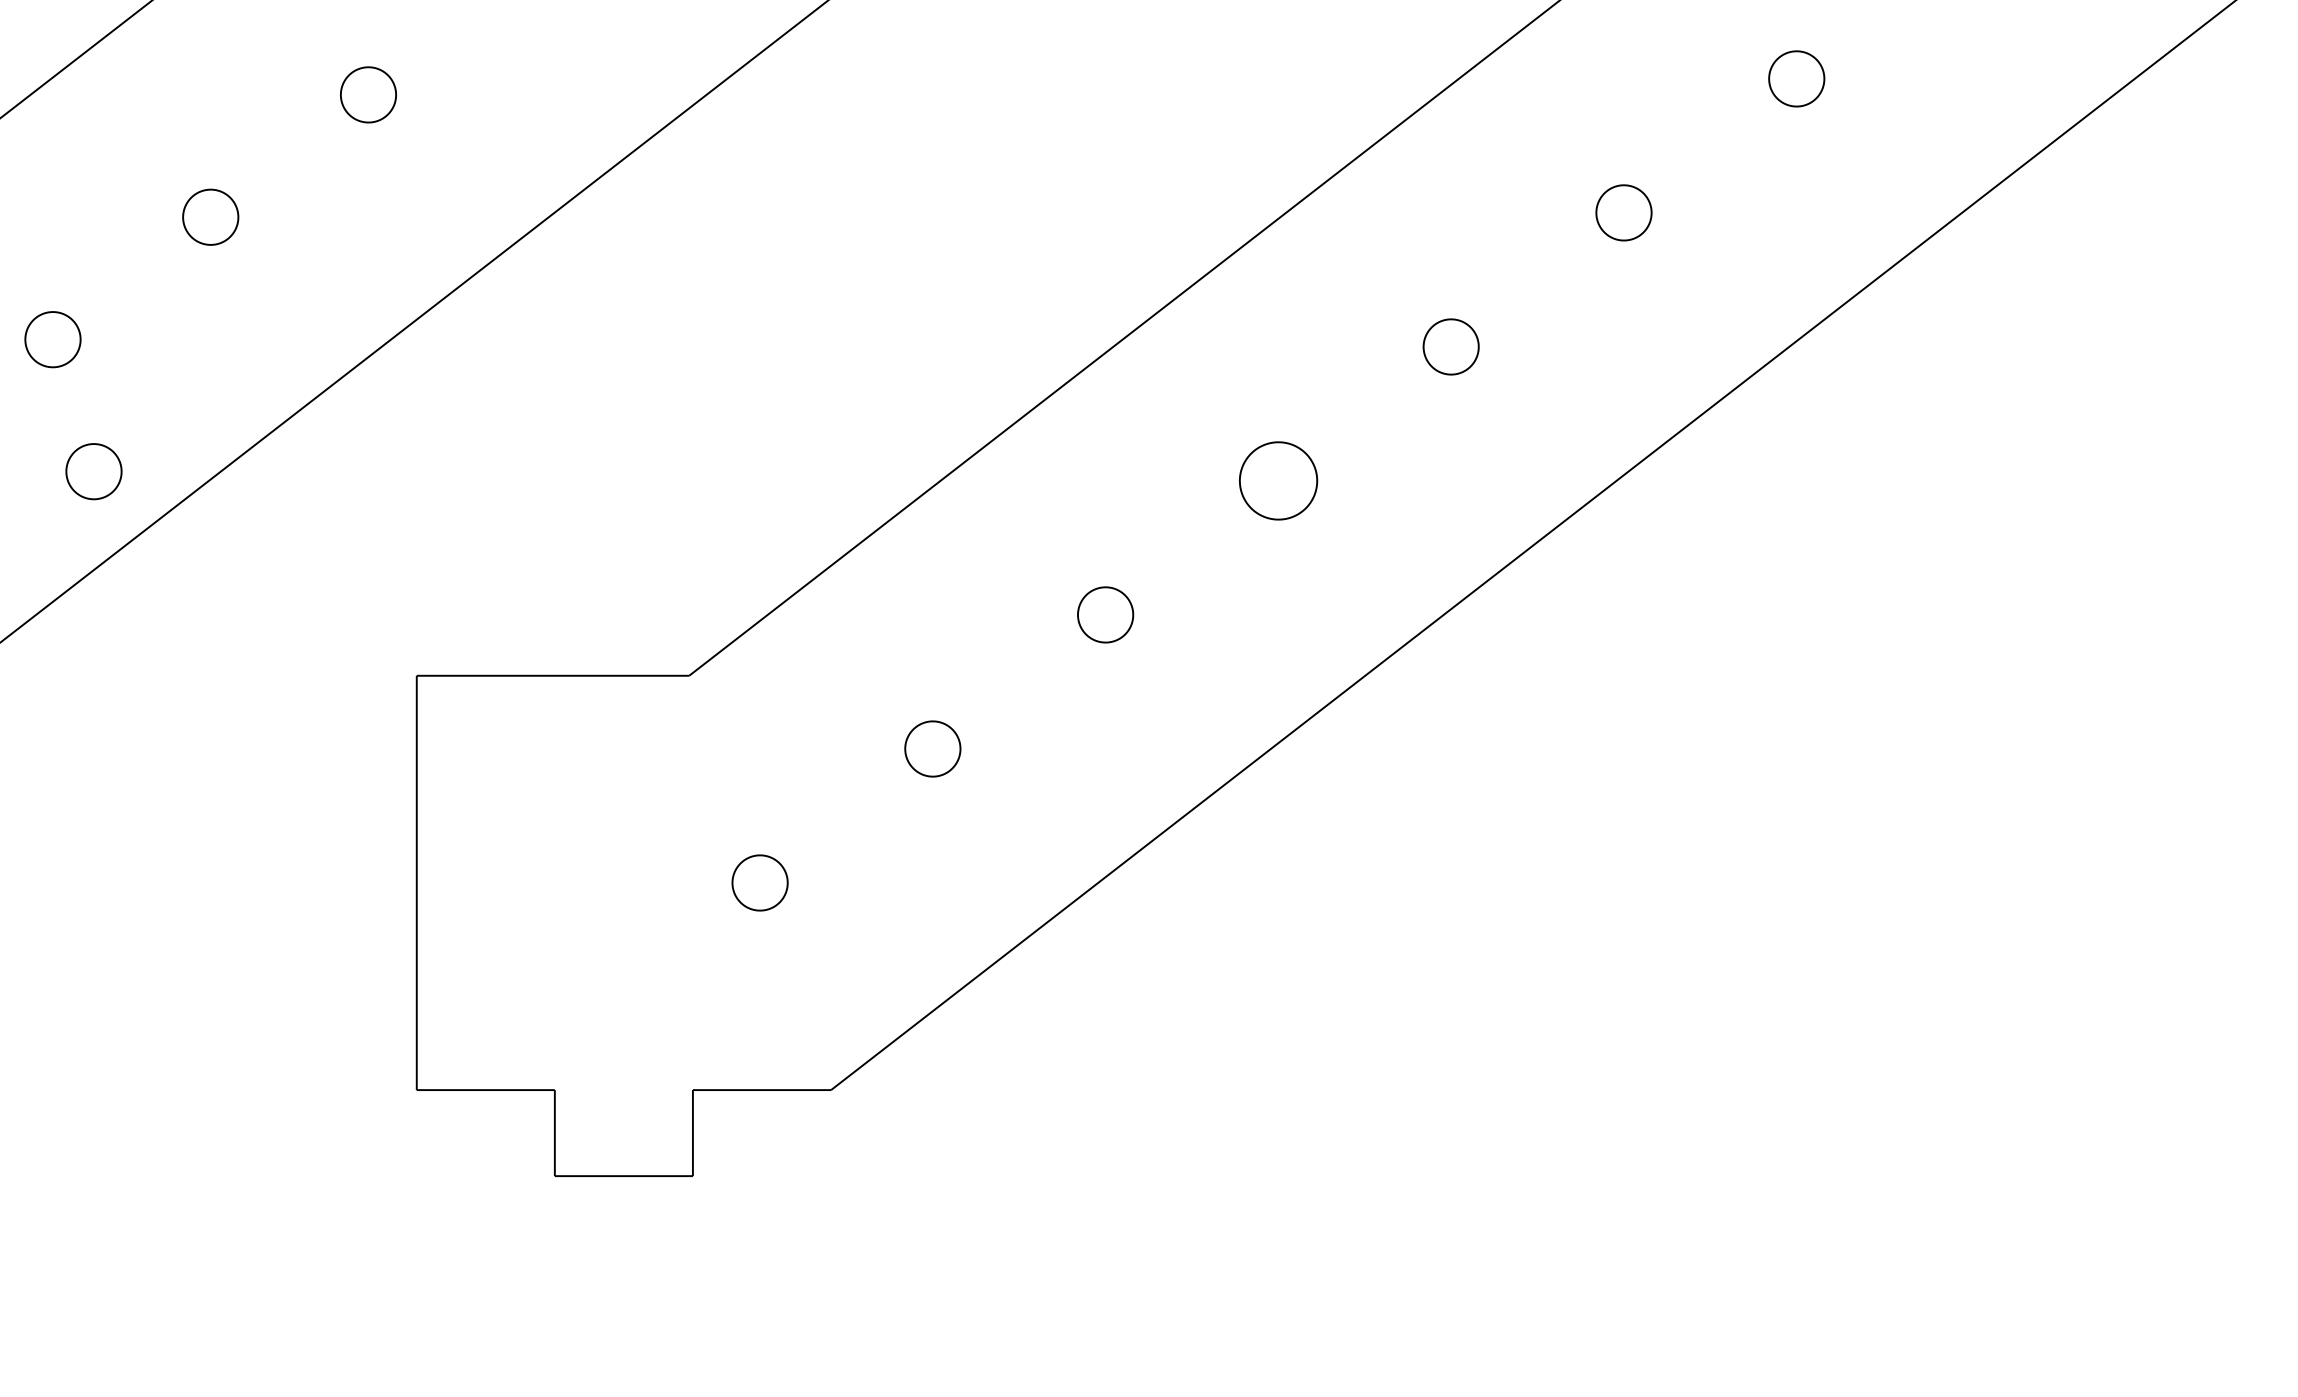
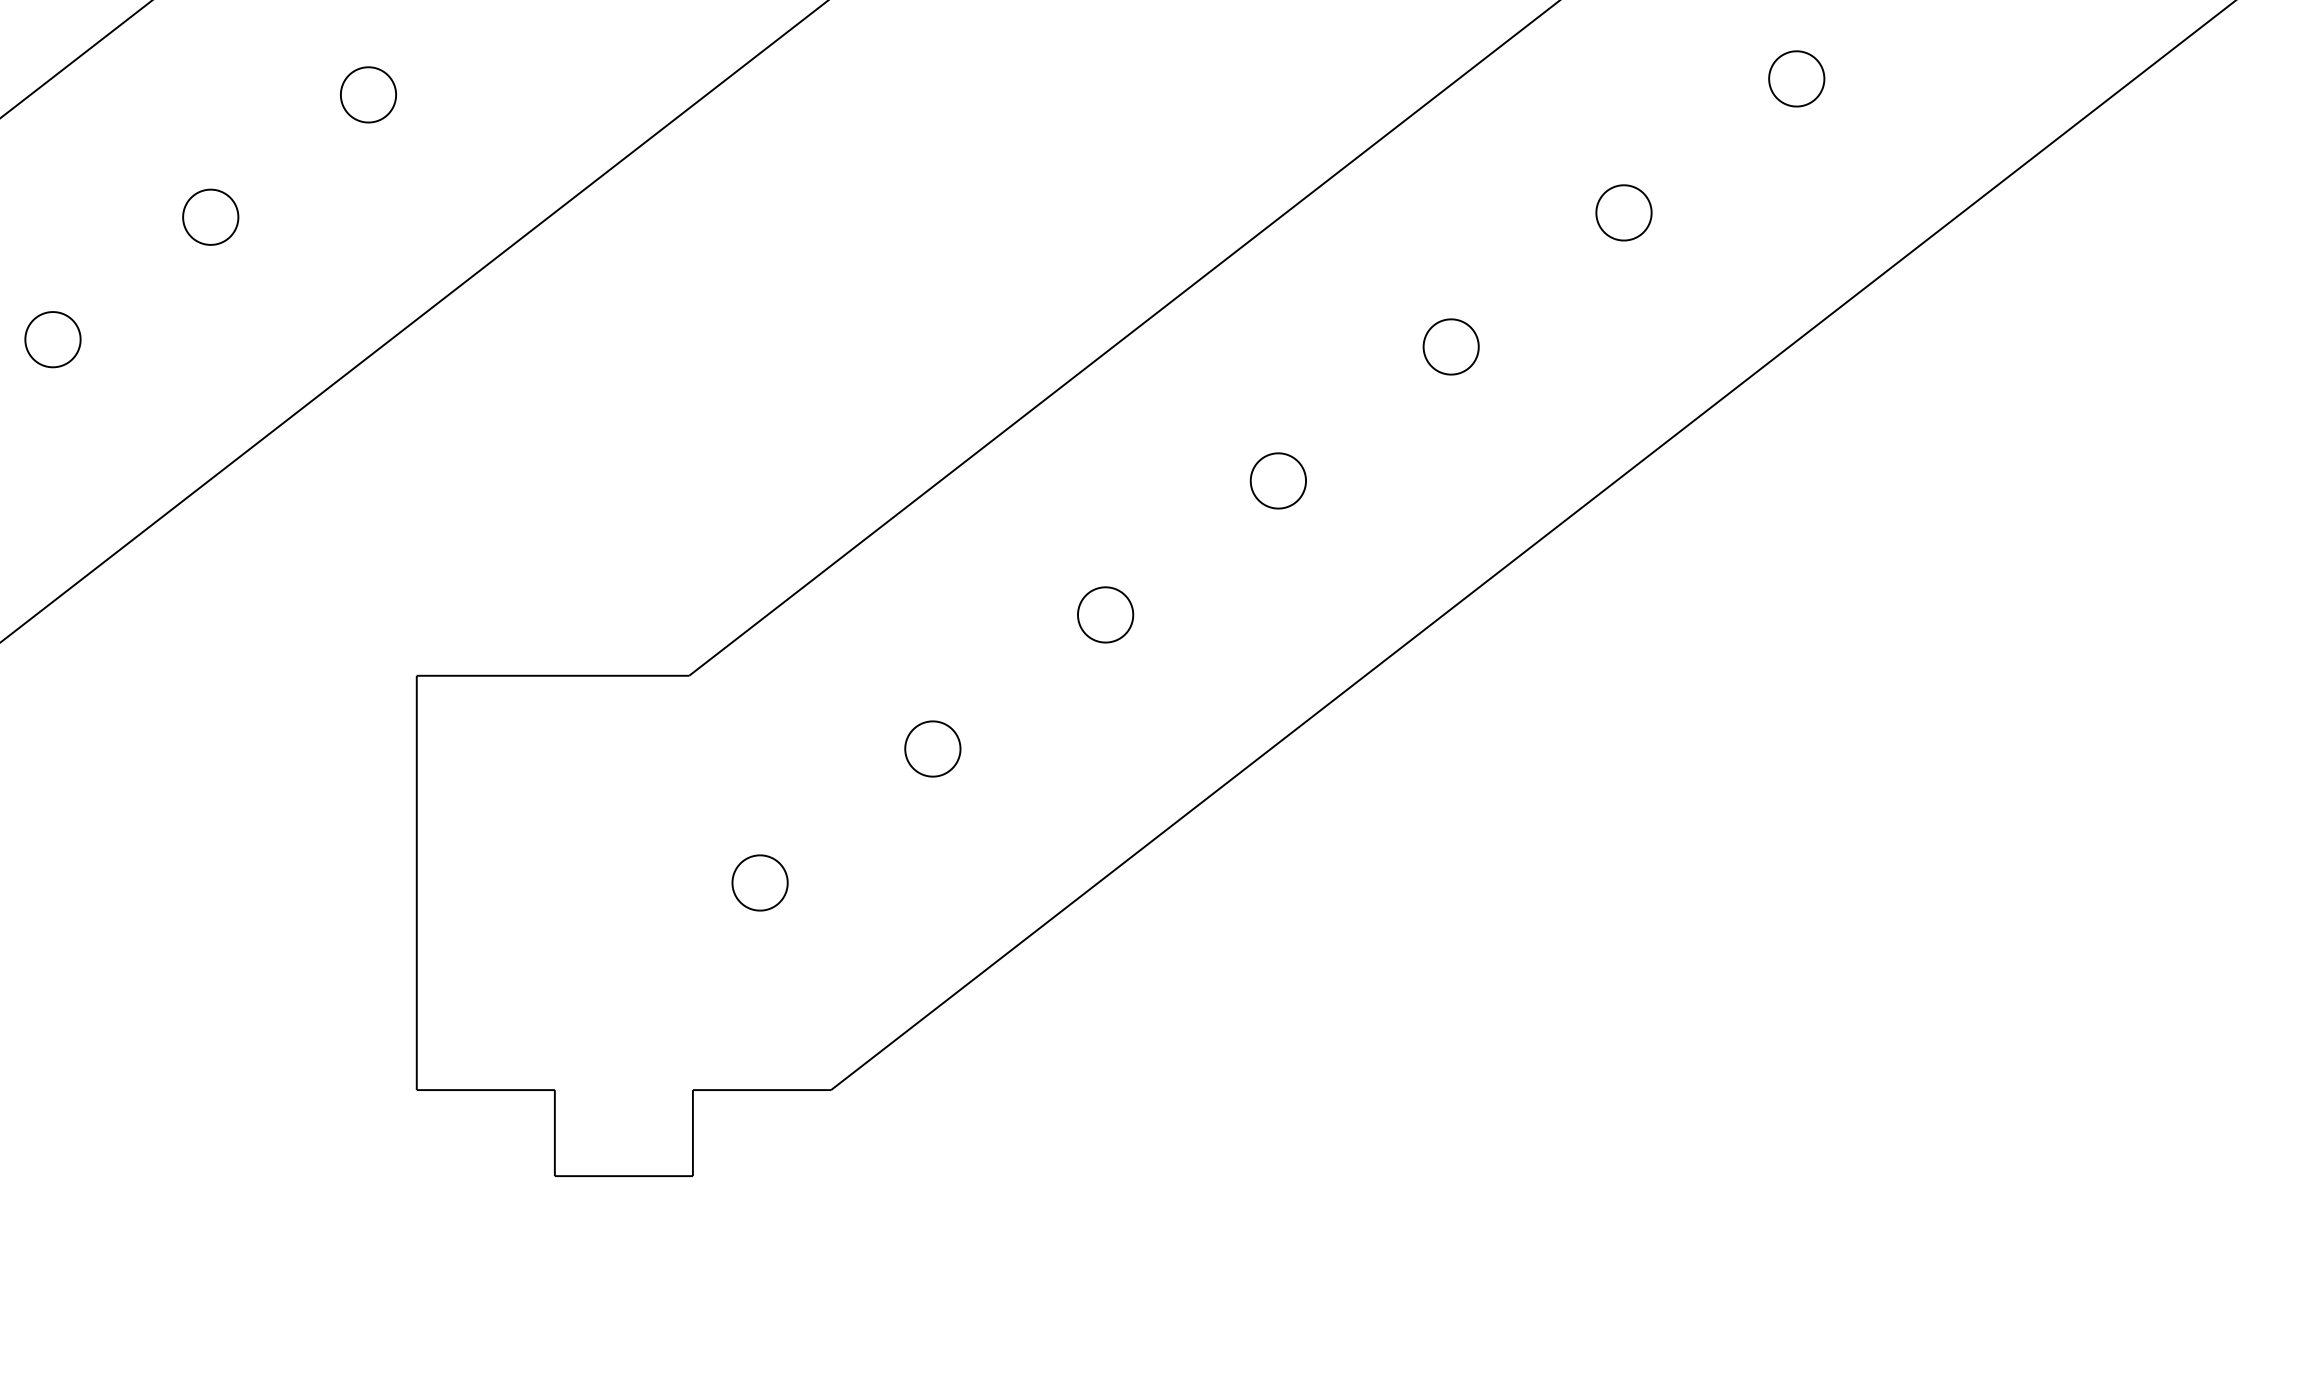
part at (93, 471): present -> none
part at (1278, 480) size: 80x80 px -> 58x58 px
